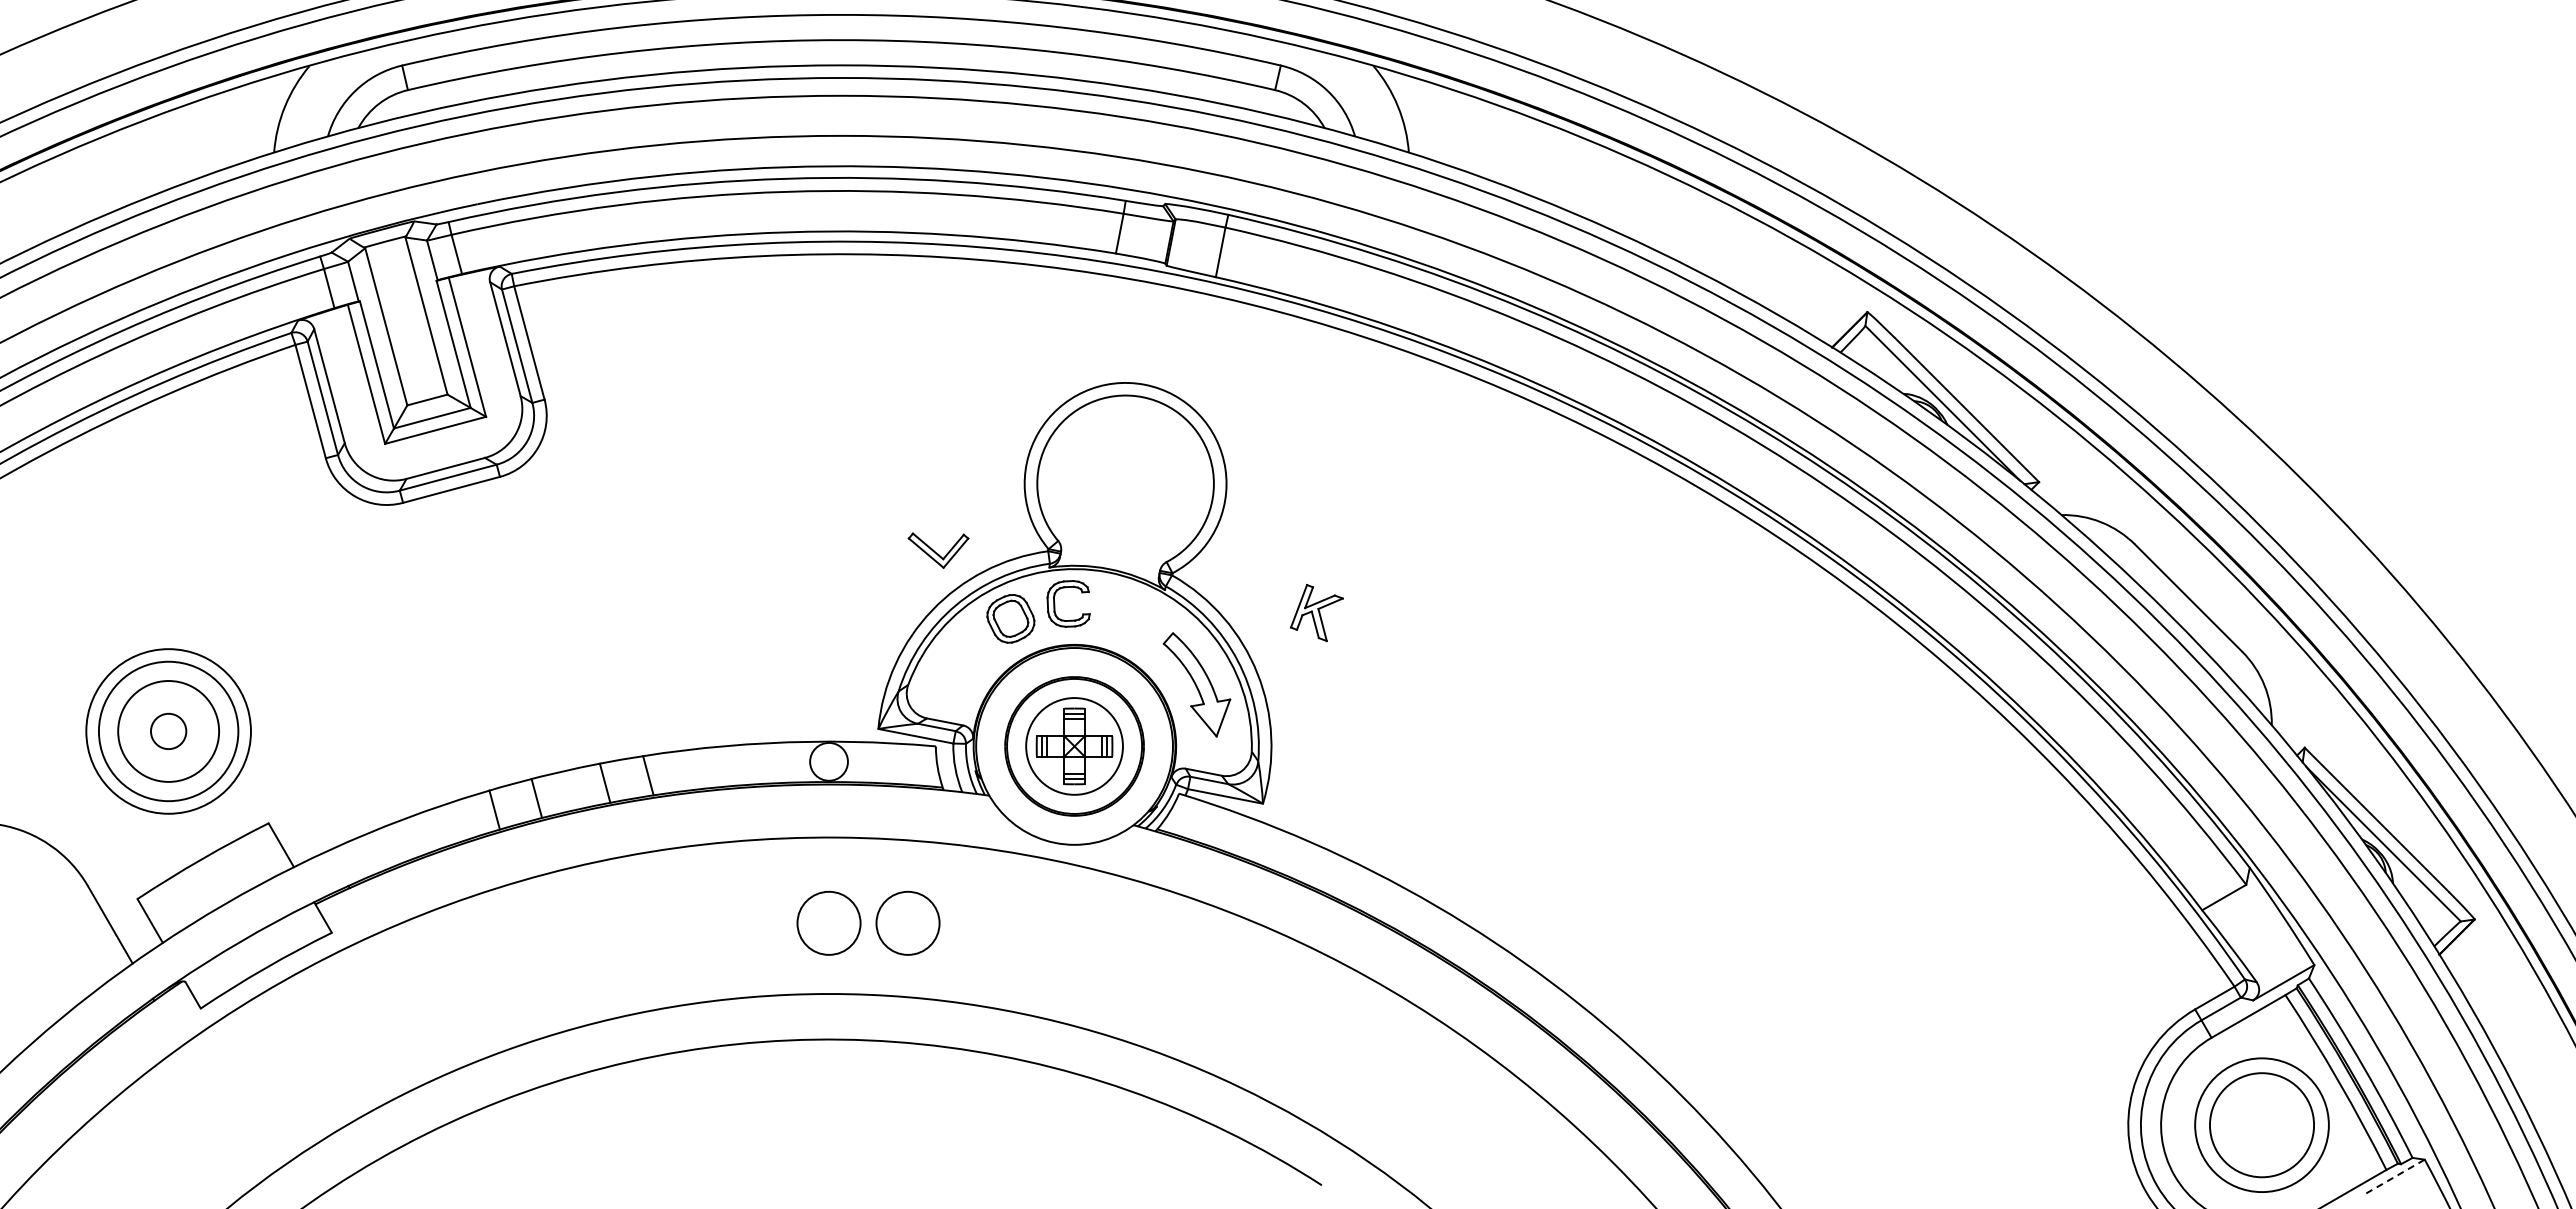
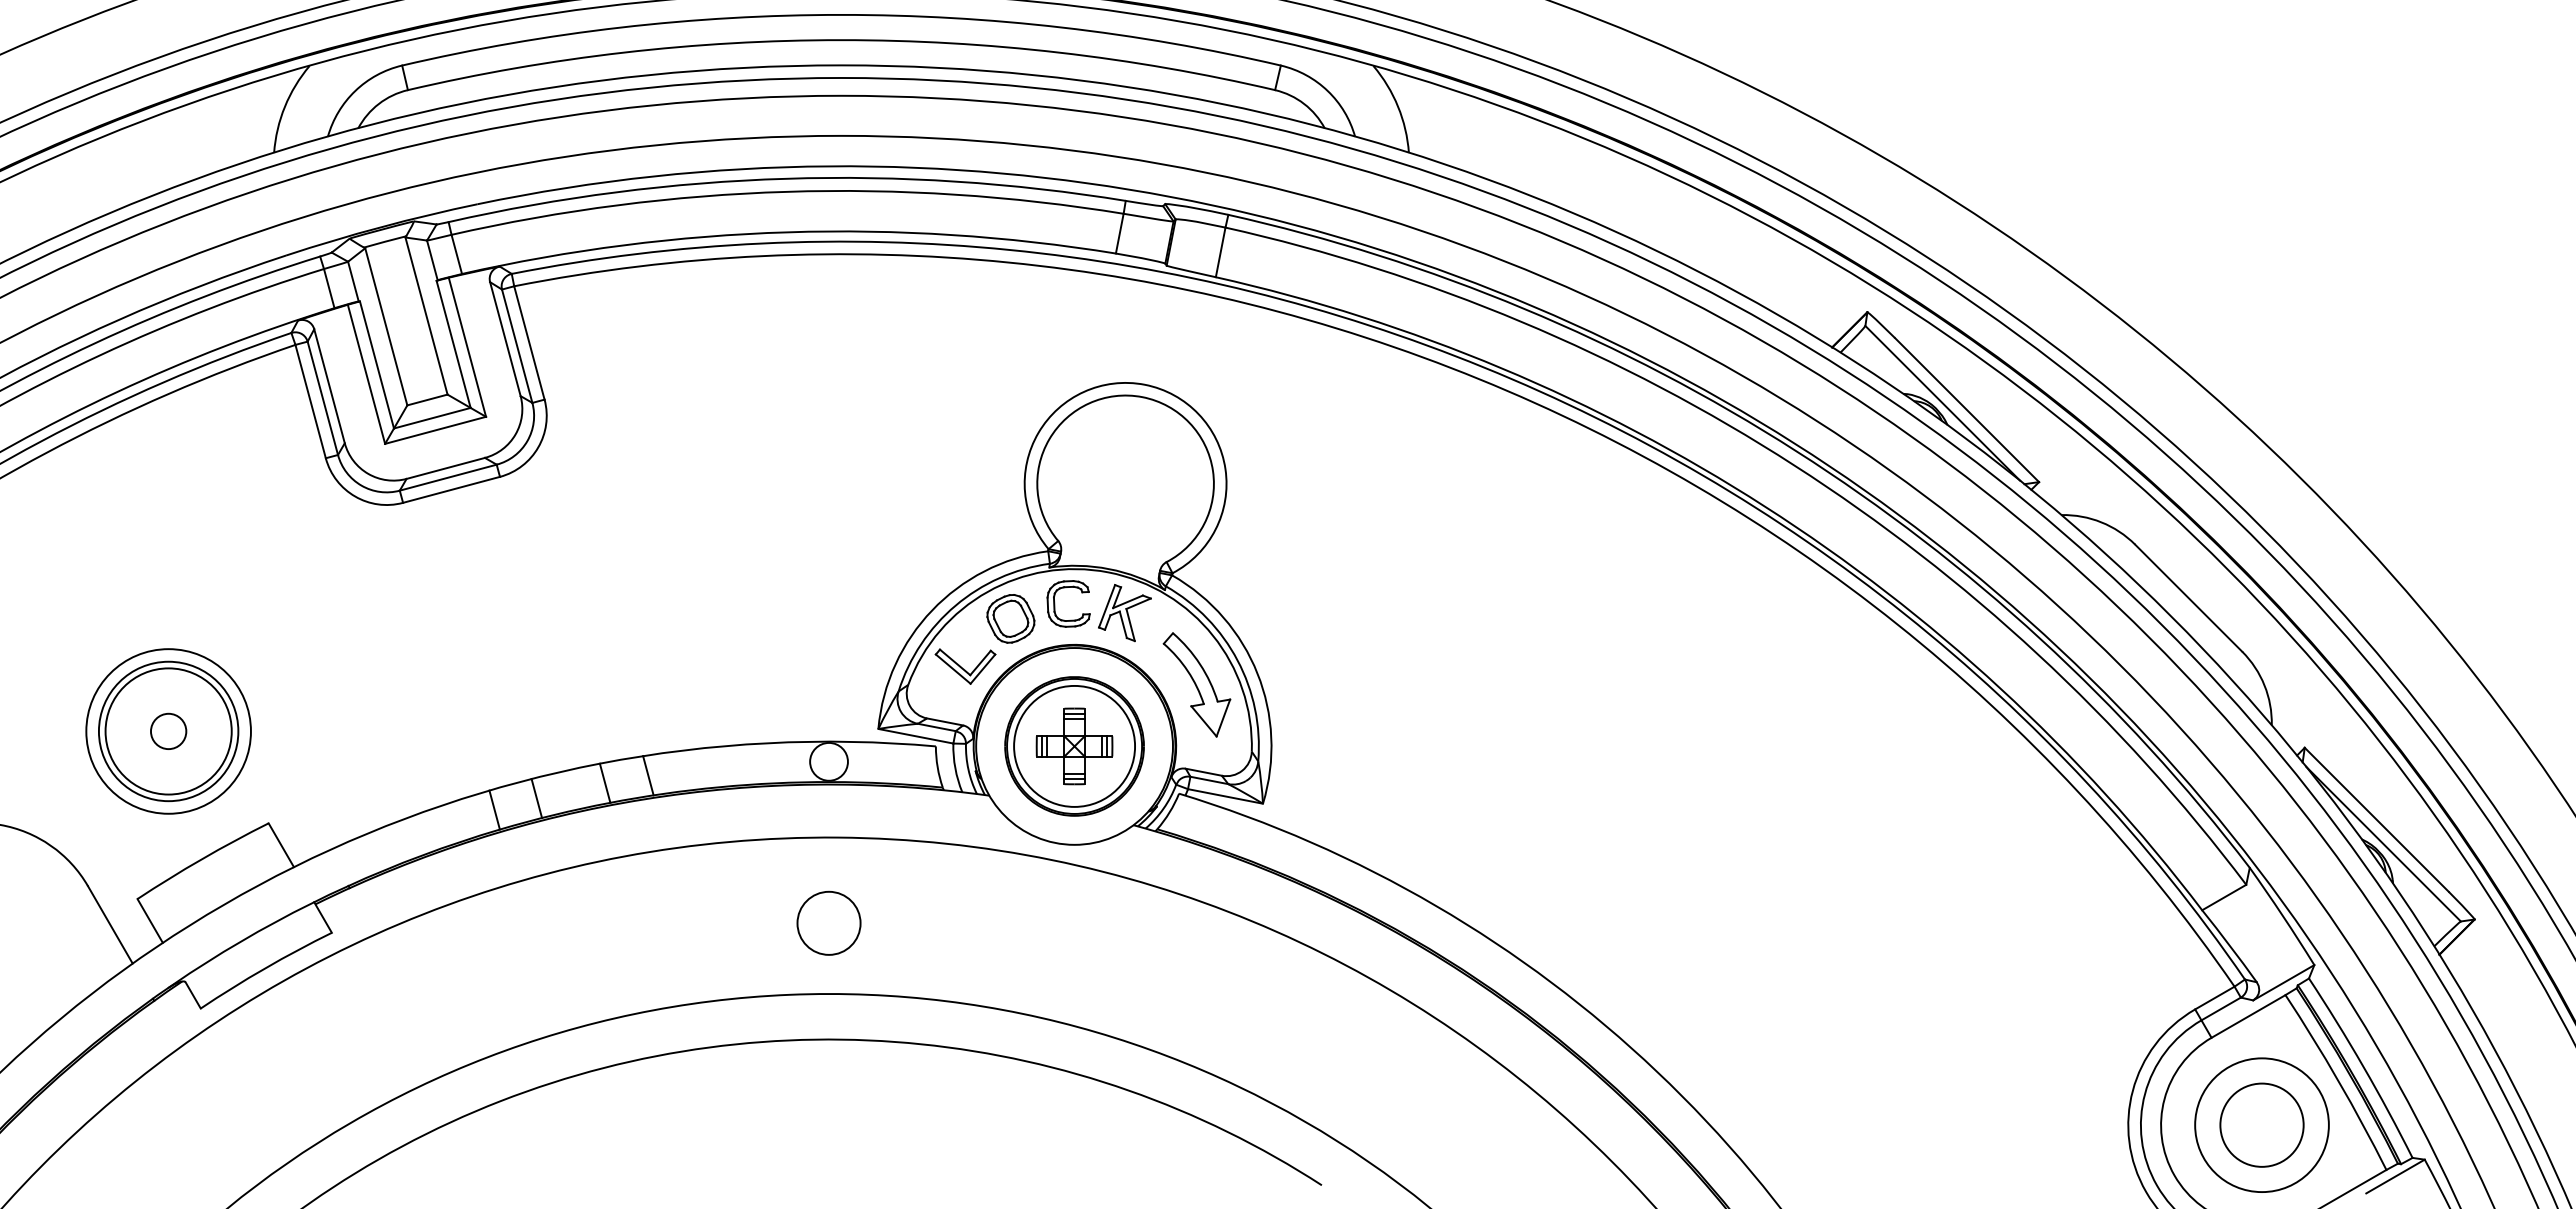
part at (938, 550) position: (938, 550) -> (965, 666)
part at (1316, 613) position: (1316, 613) -> (1124, 613)
circle at (168, 731) diameter: 101 px -> 126 px
circle at (1074, 746) diameter: 97 px -> 121 px
circle at (907, 922): present -> none
circle at (2261, 1125) diameter: 104 px -> 83 px
line at (2395, 1176): dashed -> solid
